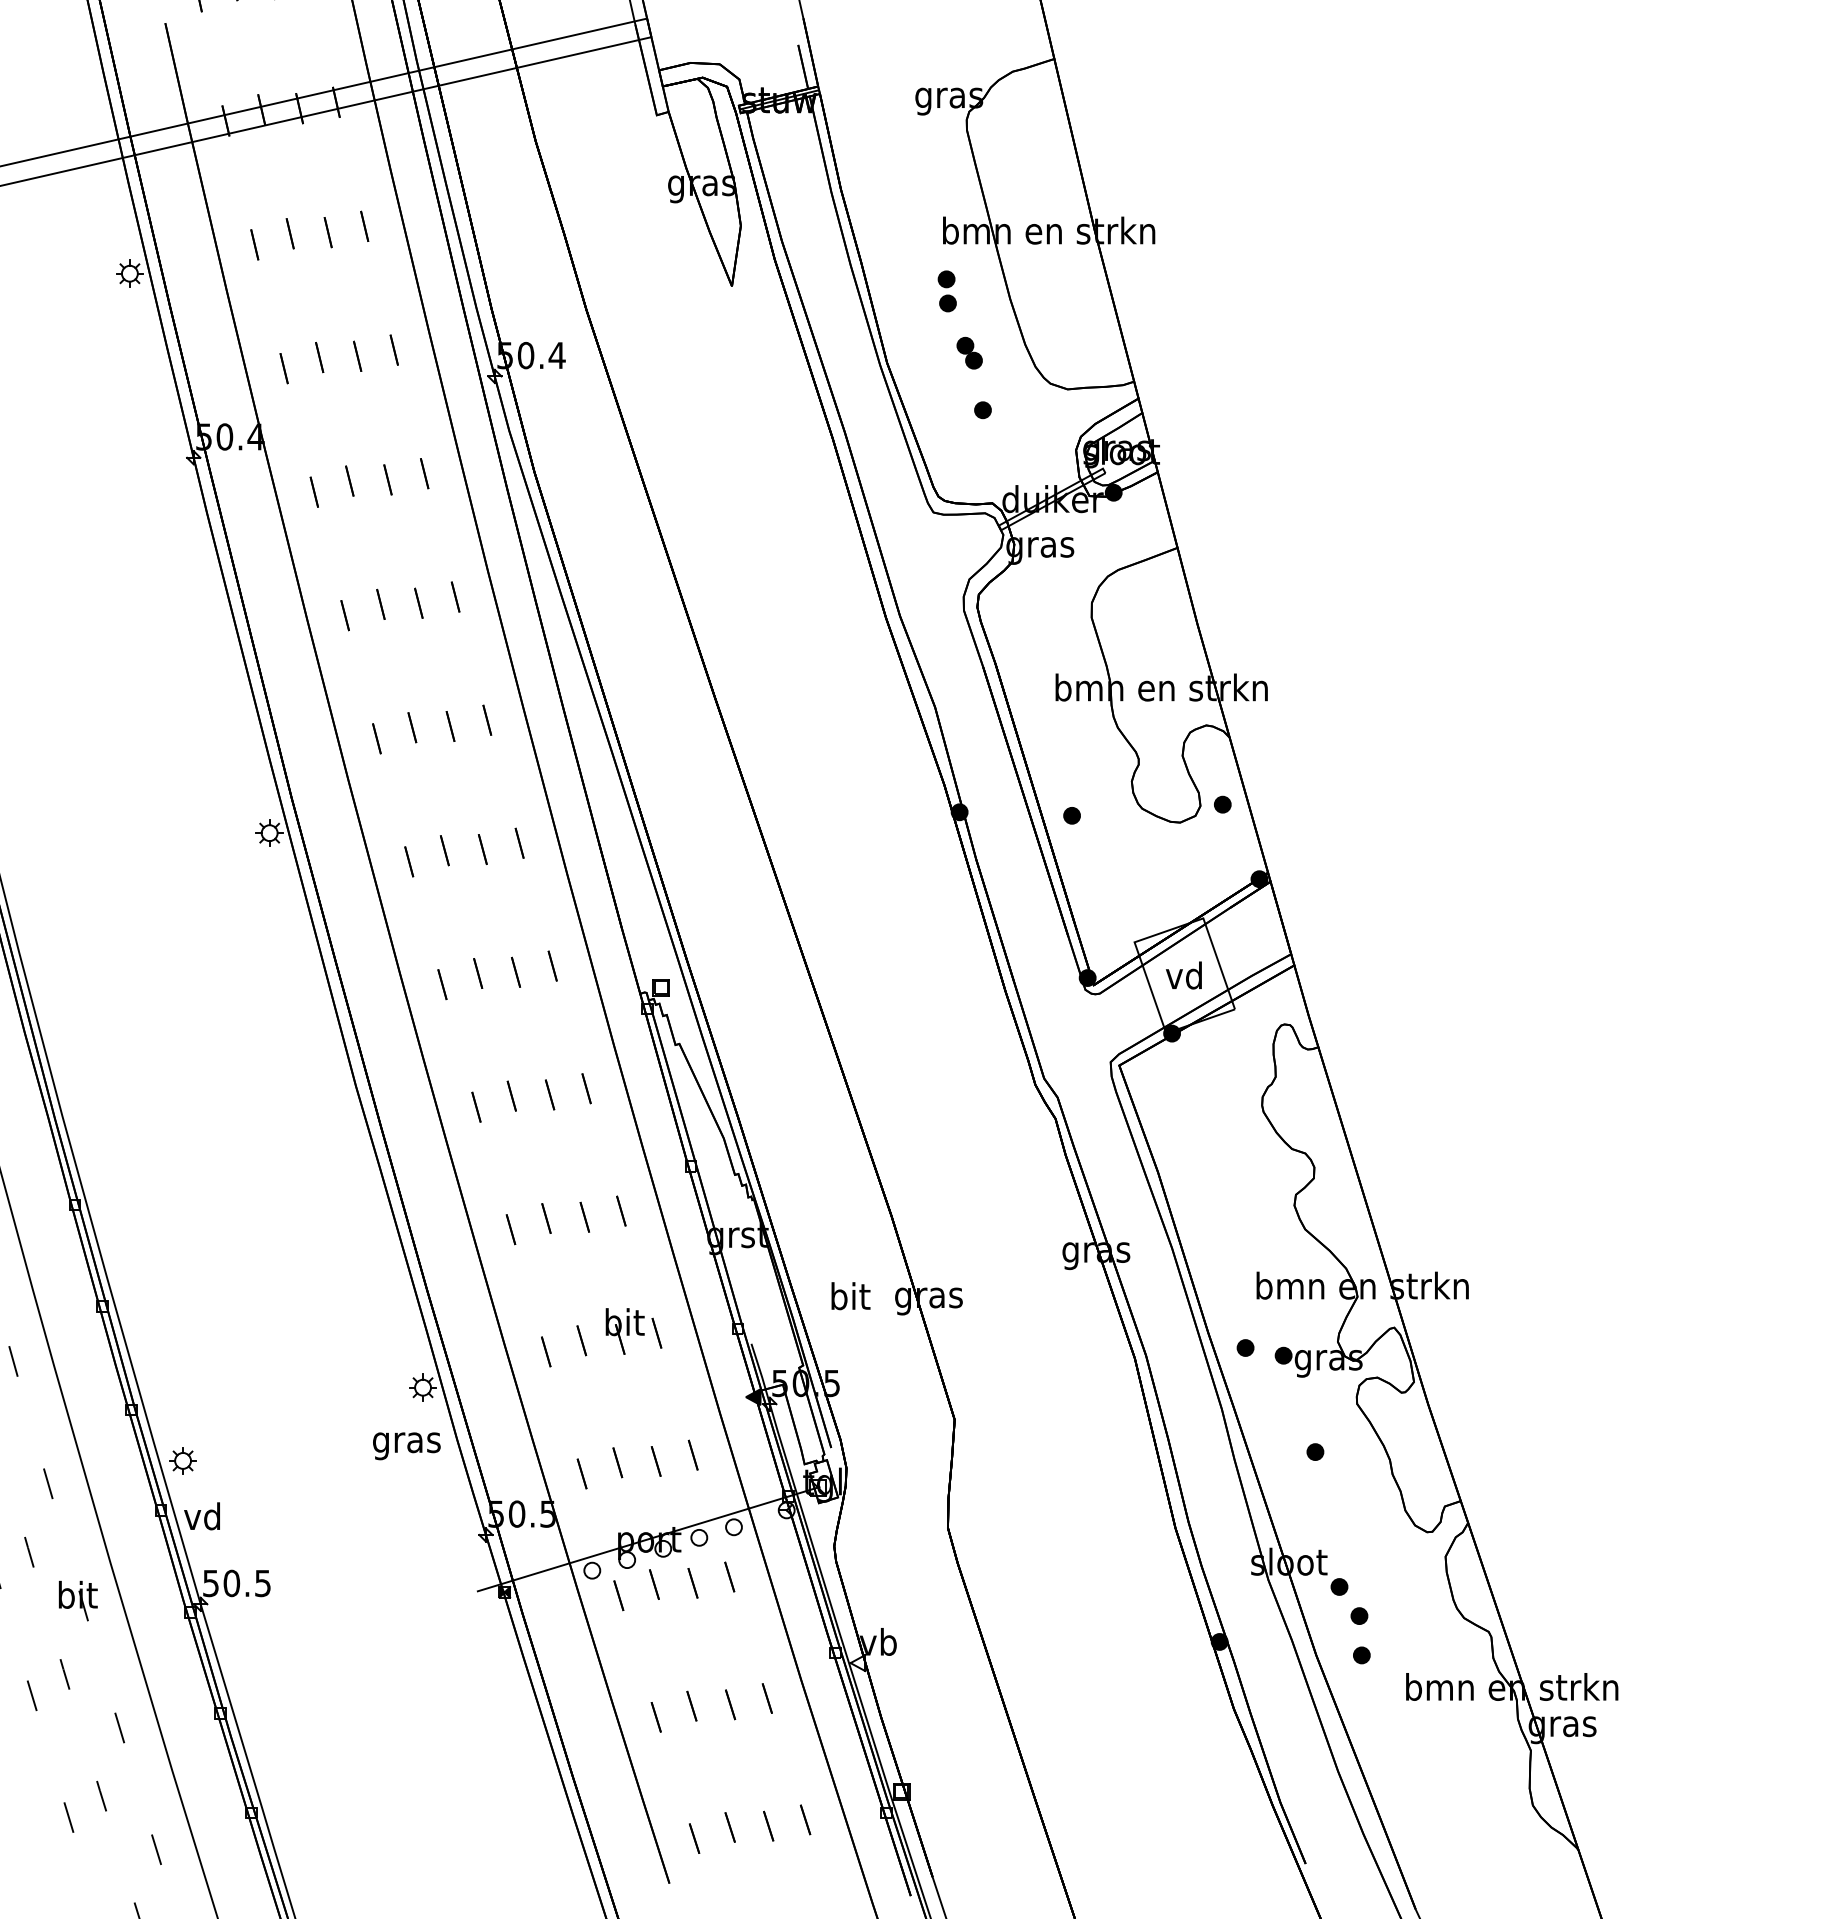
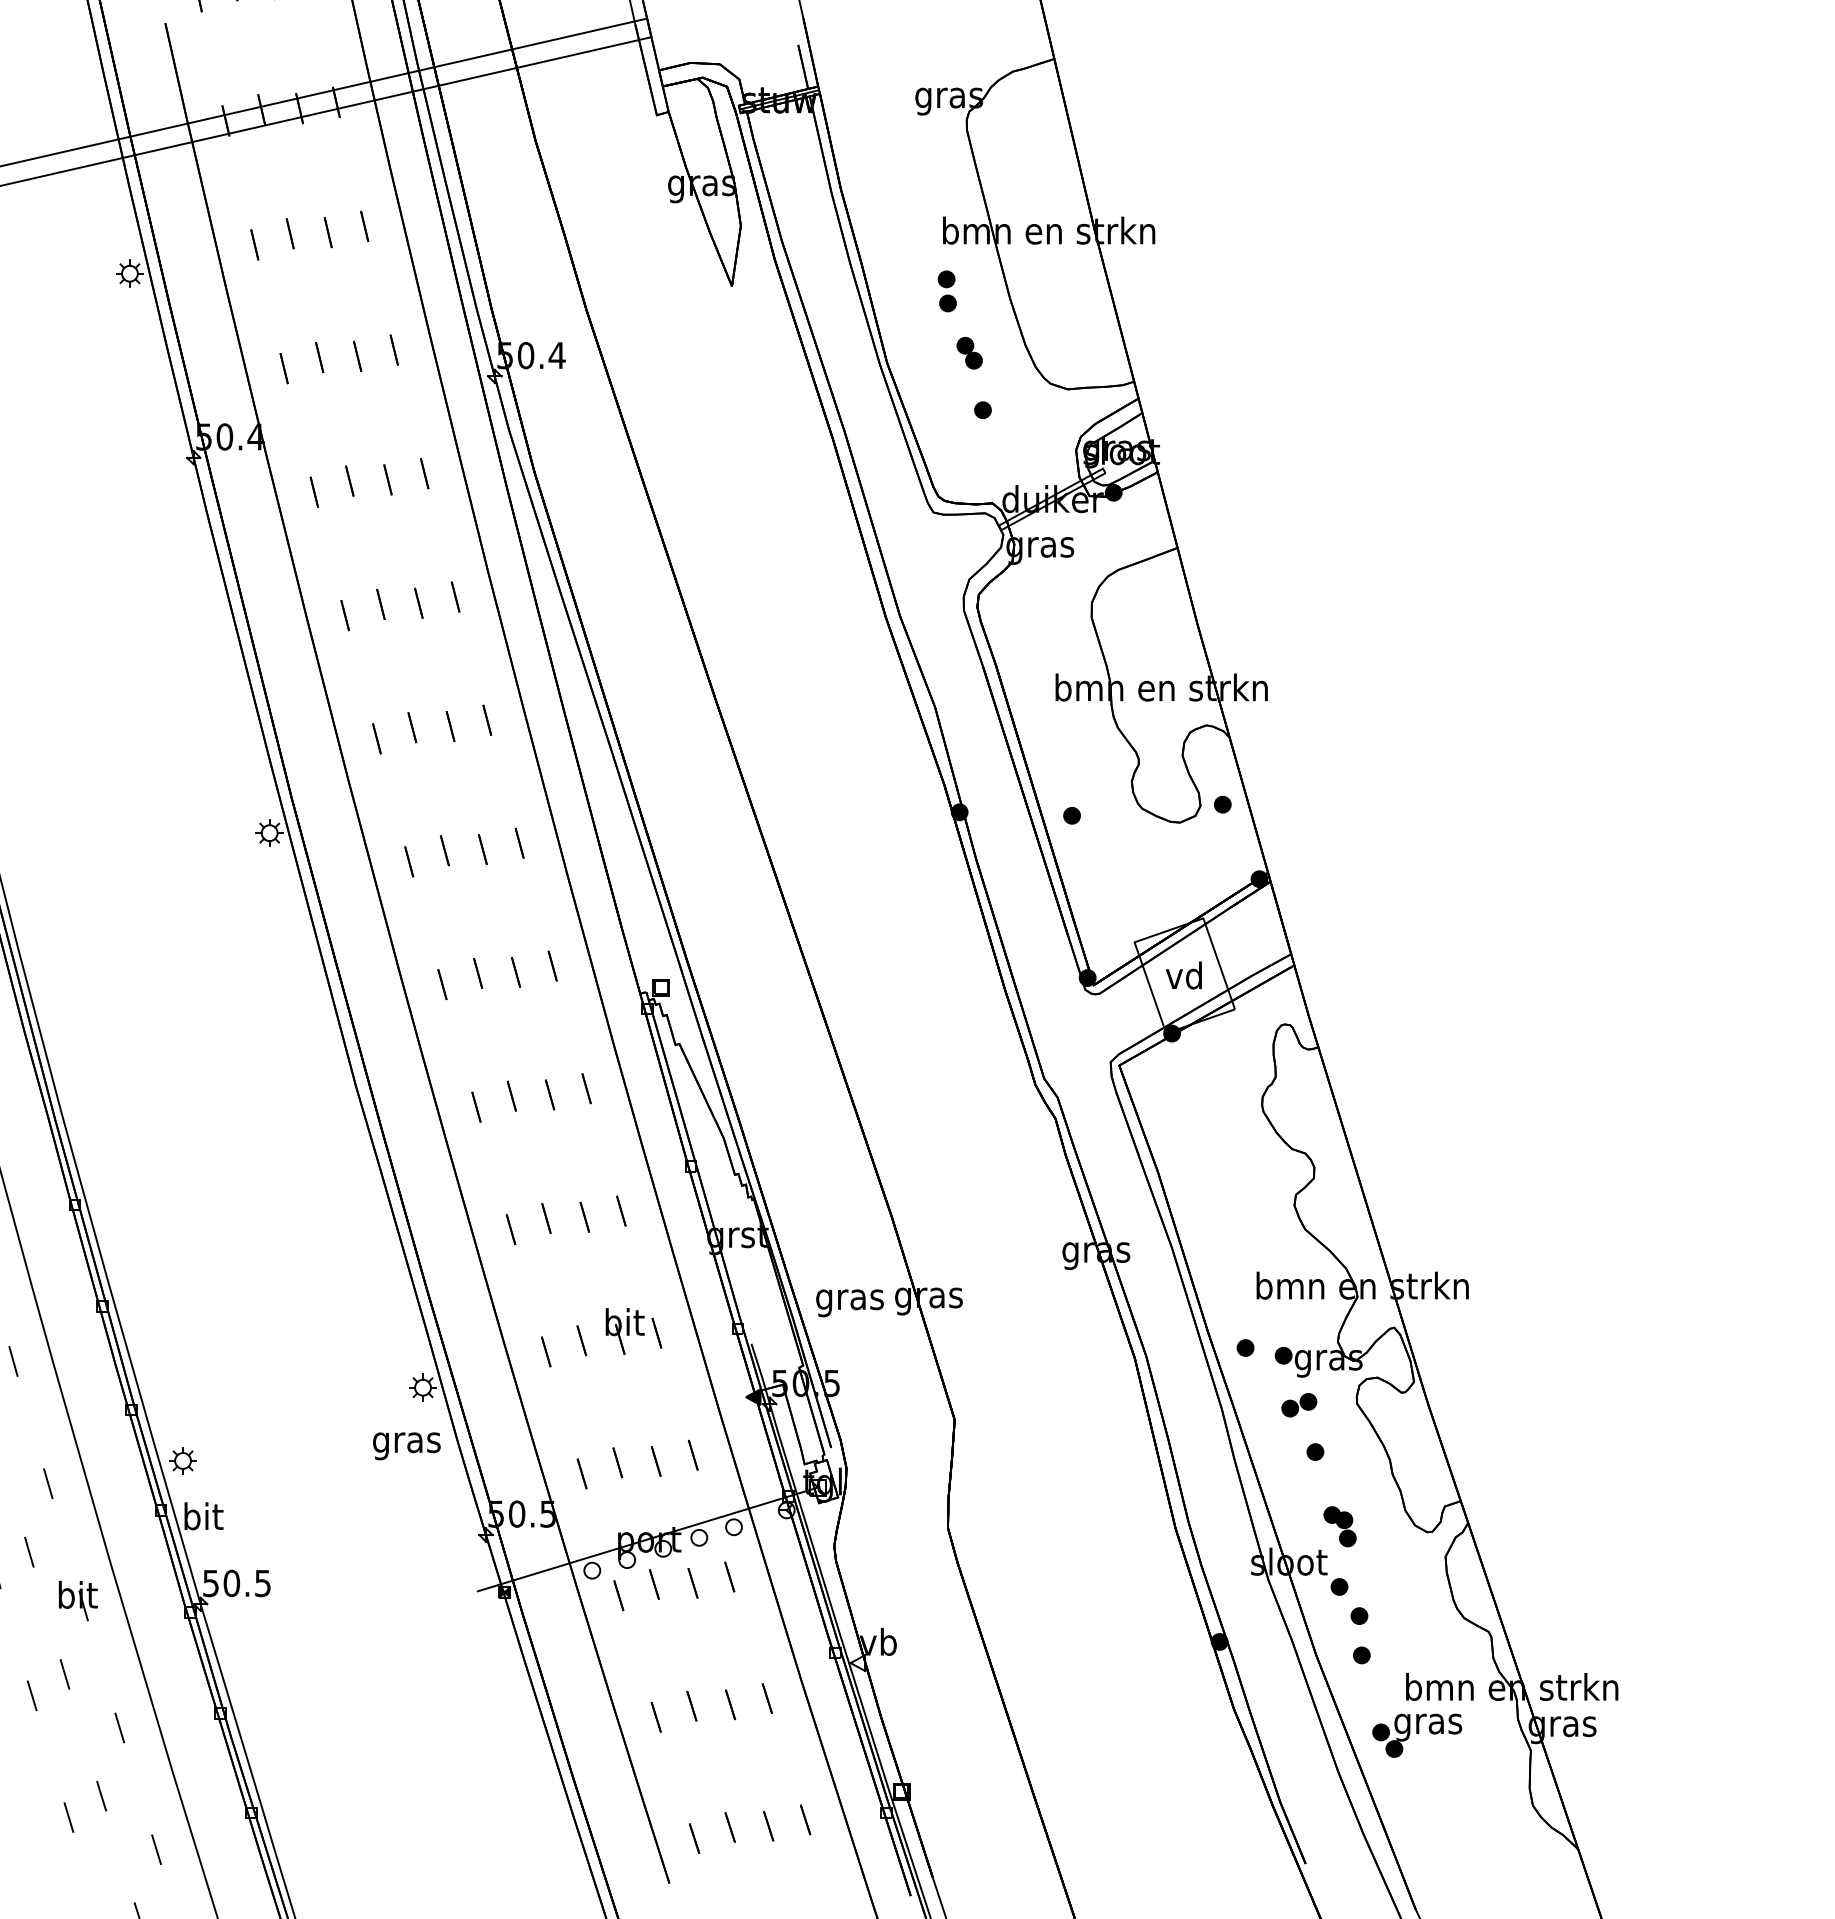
text at (849, 1299): bit -> gras
part at (1299, 1405): none -> present
text at (203, 1516): vd -> bit
part at (1339, 1526): none -> present
part at (1417, 1735): none -> present
